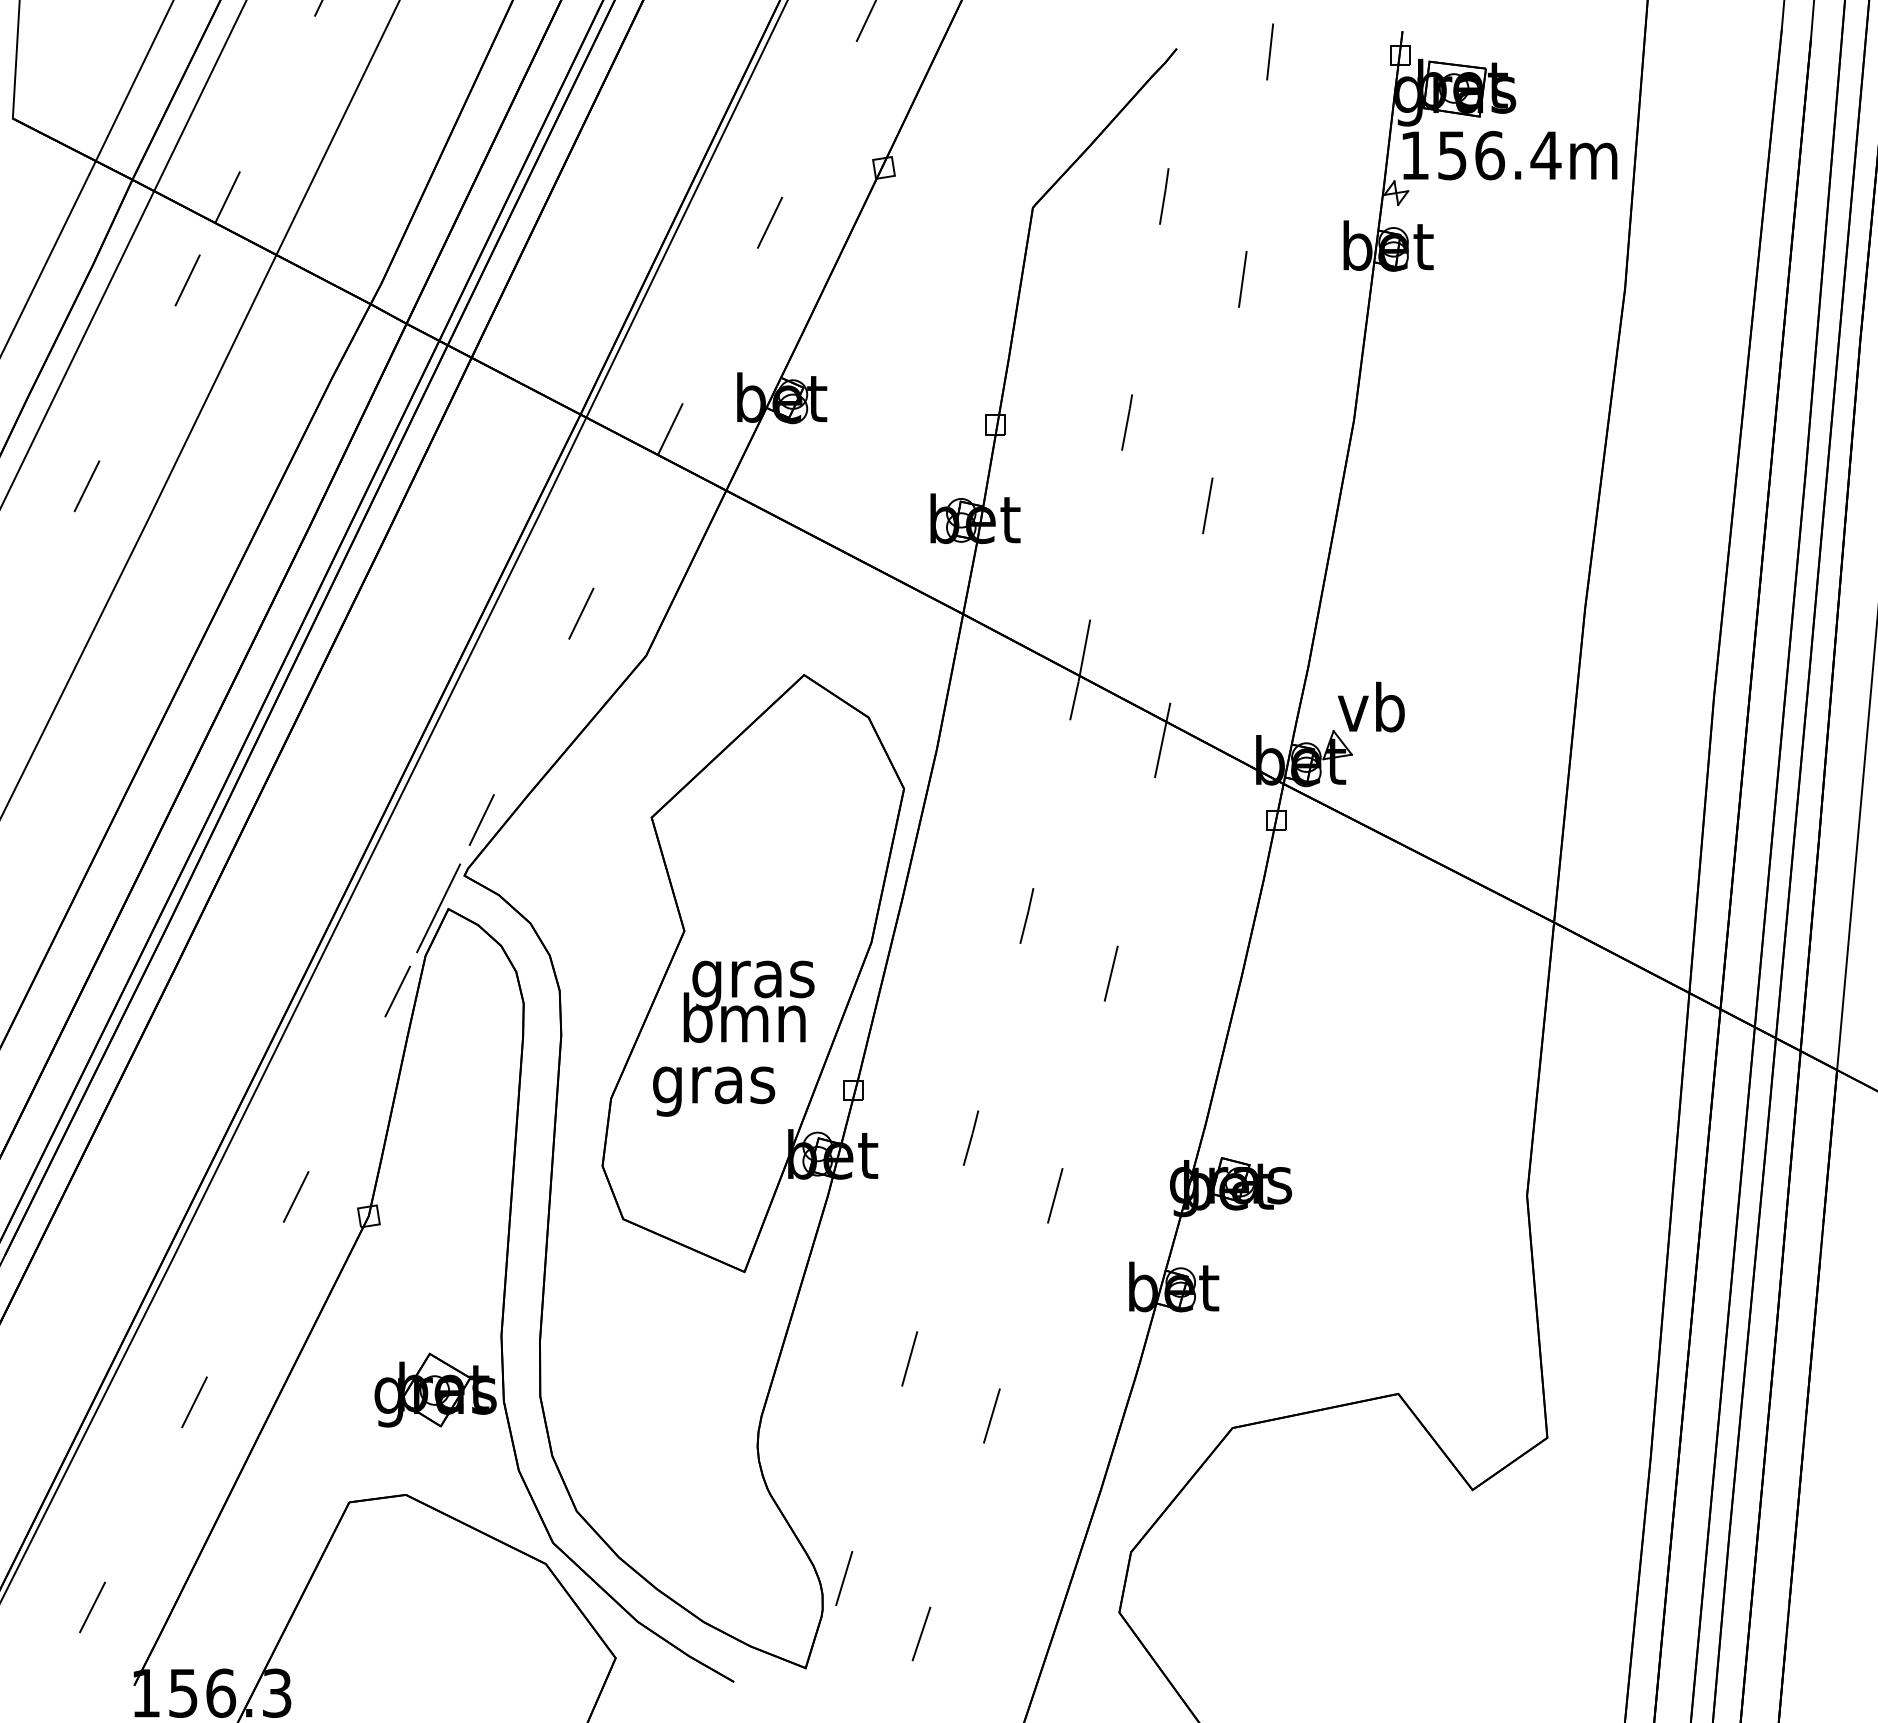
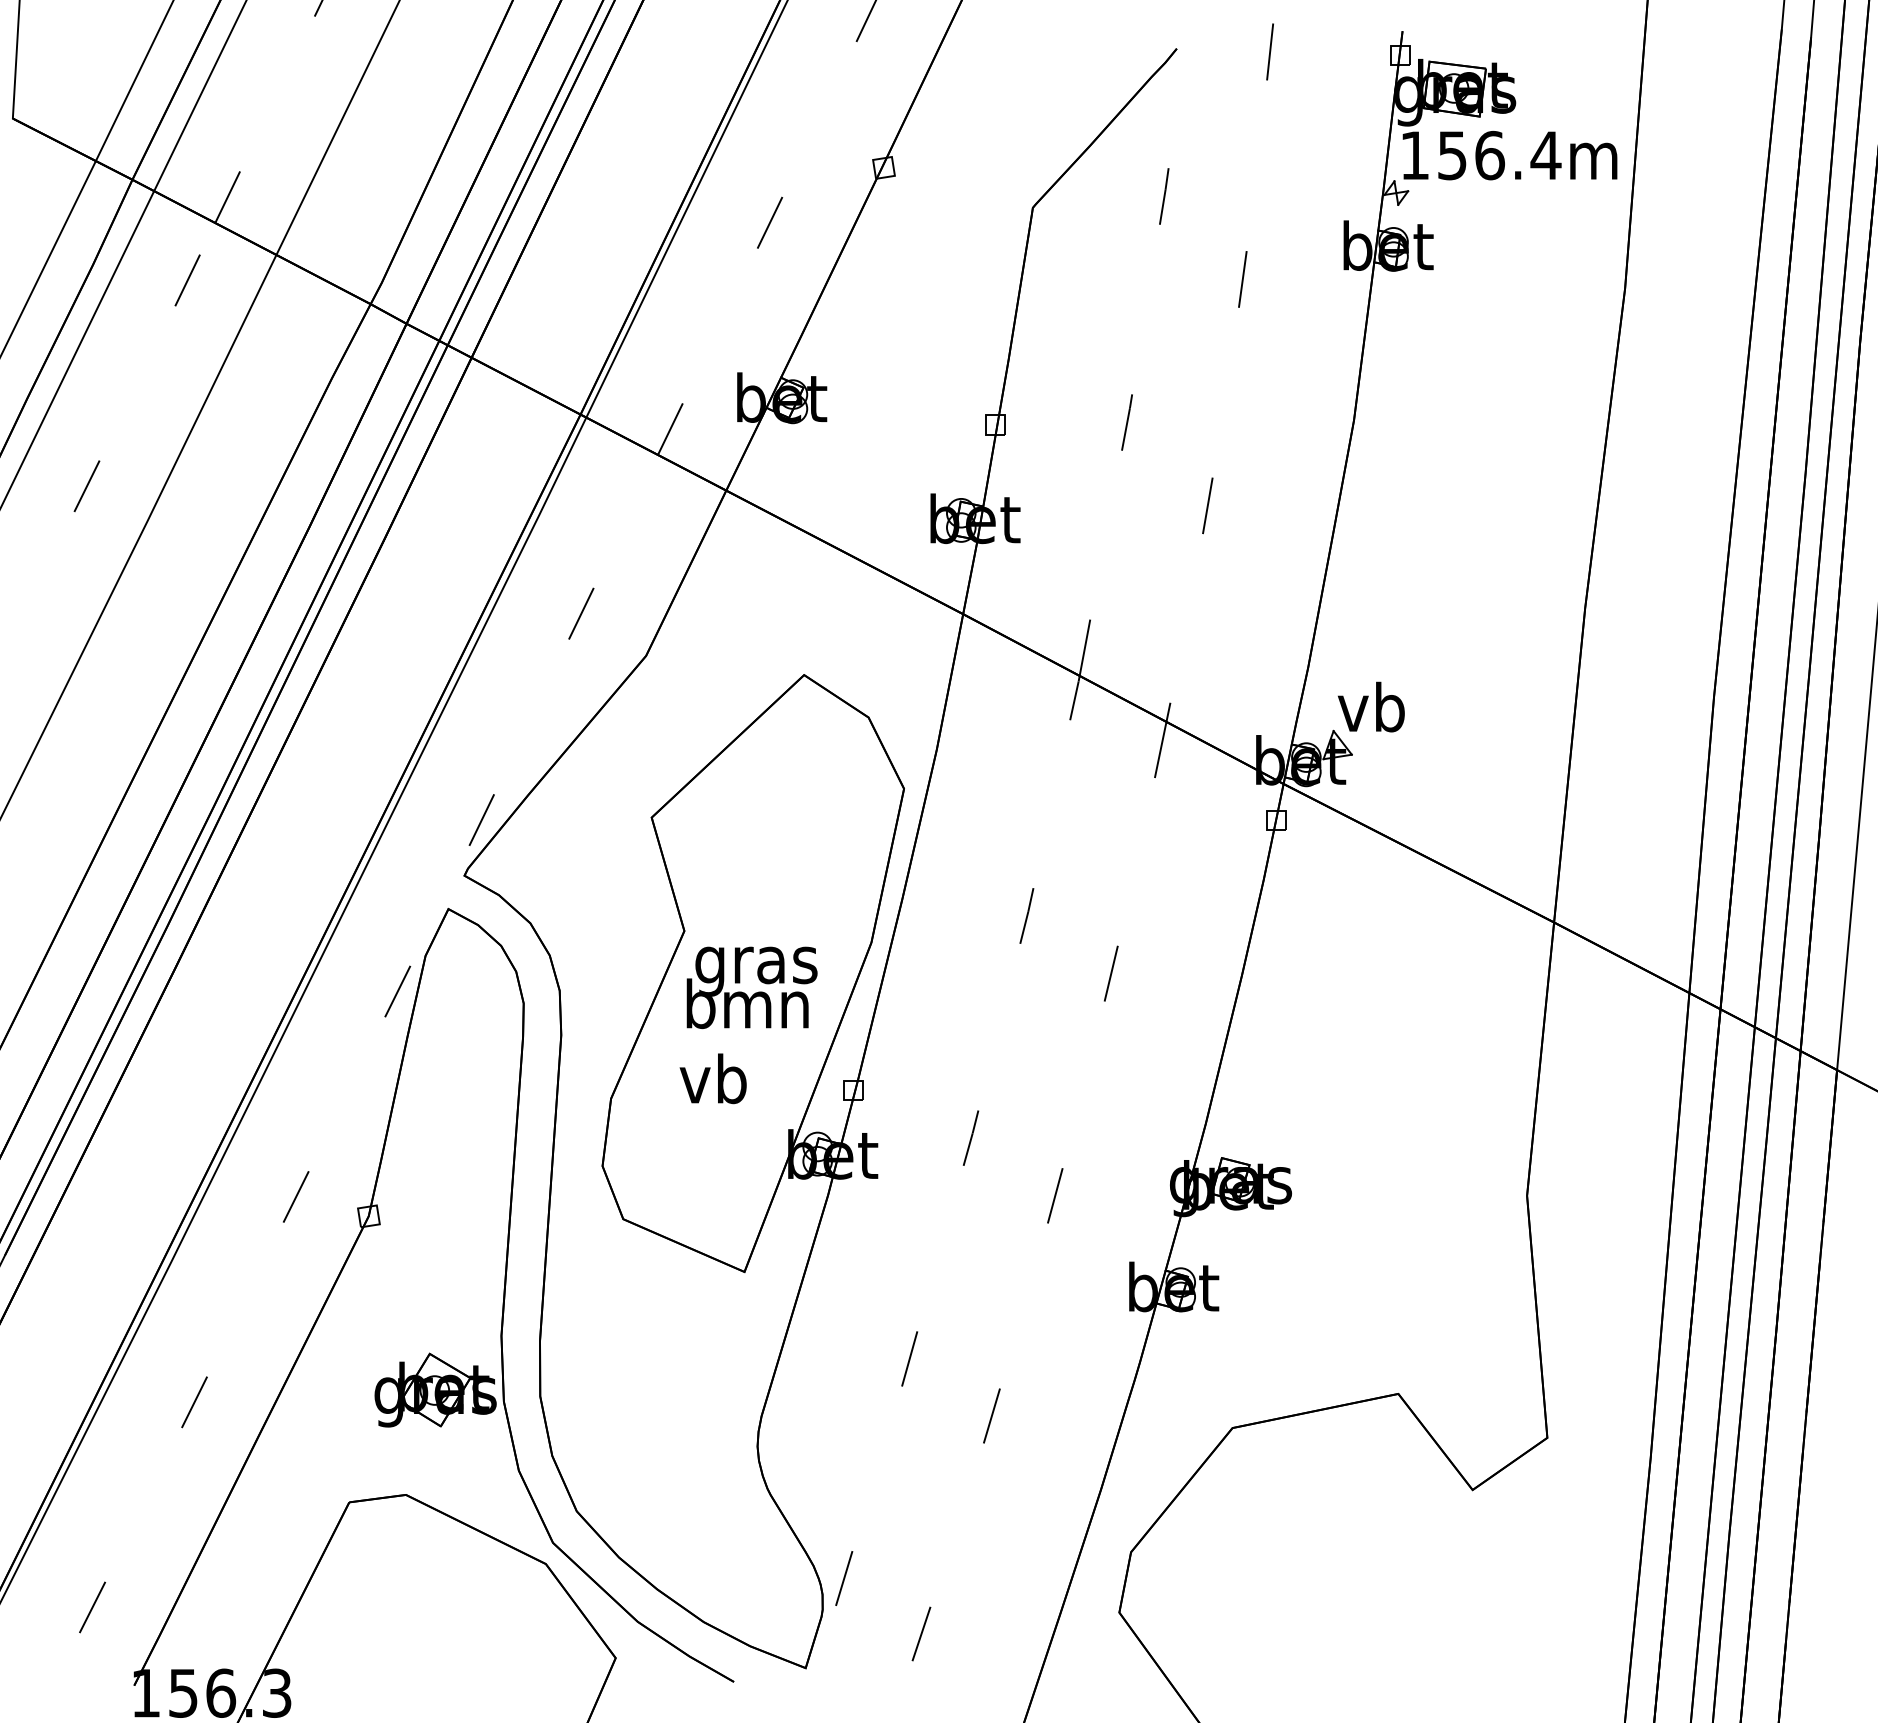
line at (438, 908): present -> none
text at (748, 1001) position: (748, 1001) -> (751, 987)
text at (714, 1084): gras -> vb
